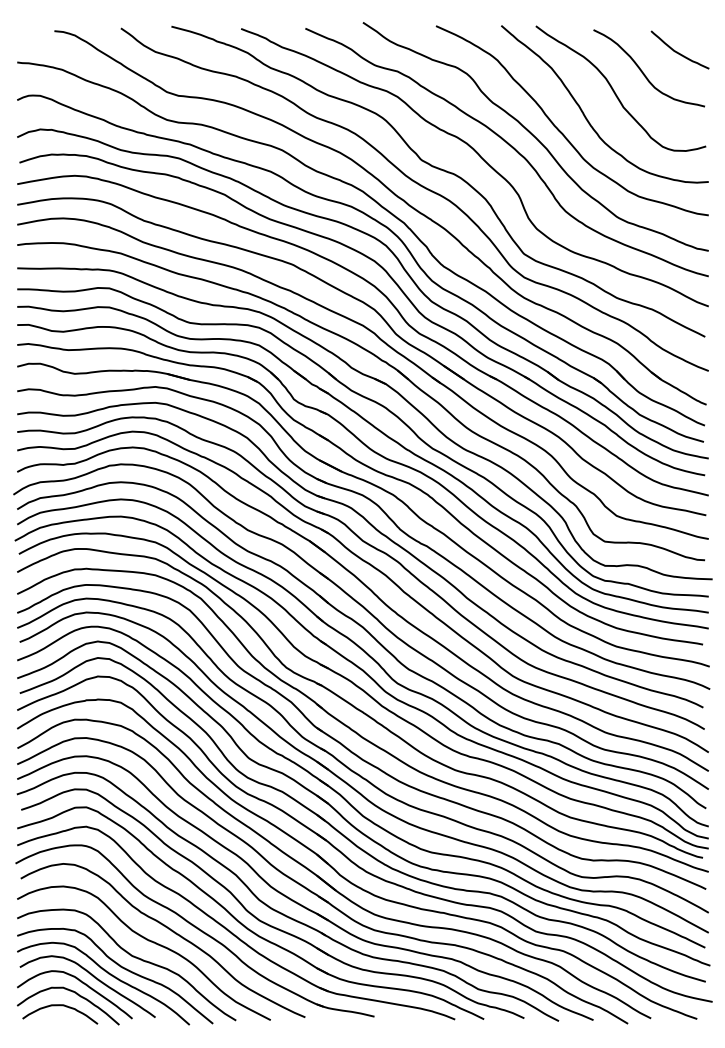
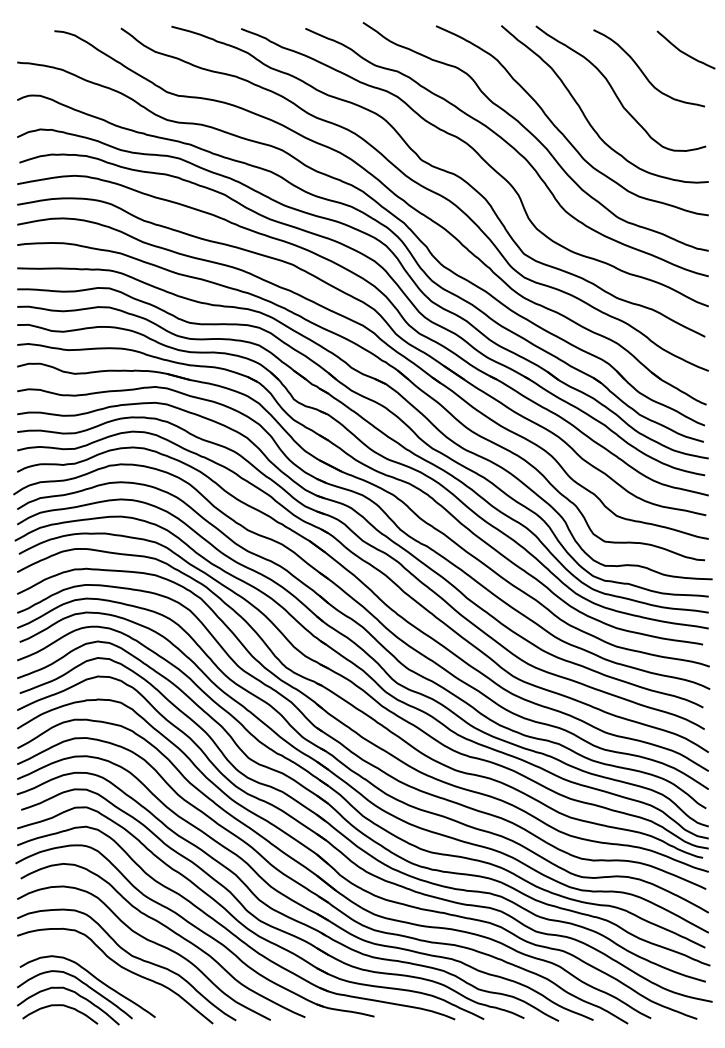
curve at (677, 51) position: (677, 51) -> (683, 51)
curve at (108, 974): present -> none
